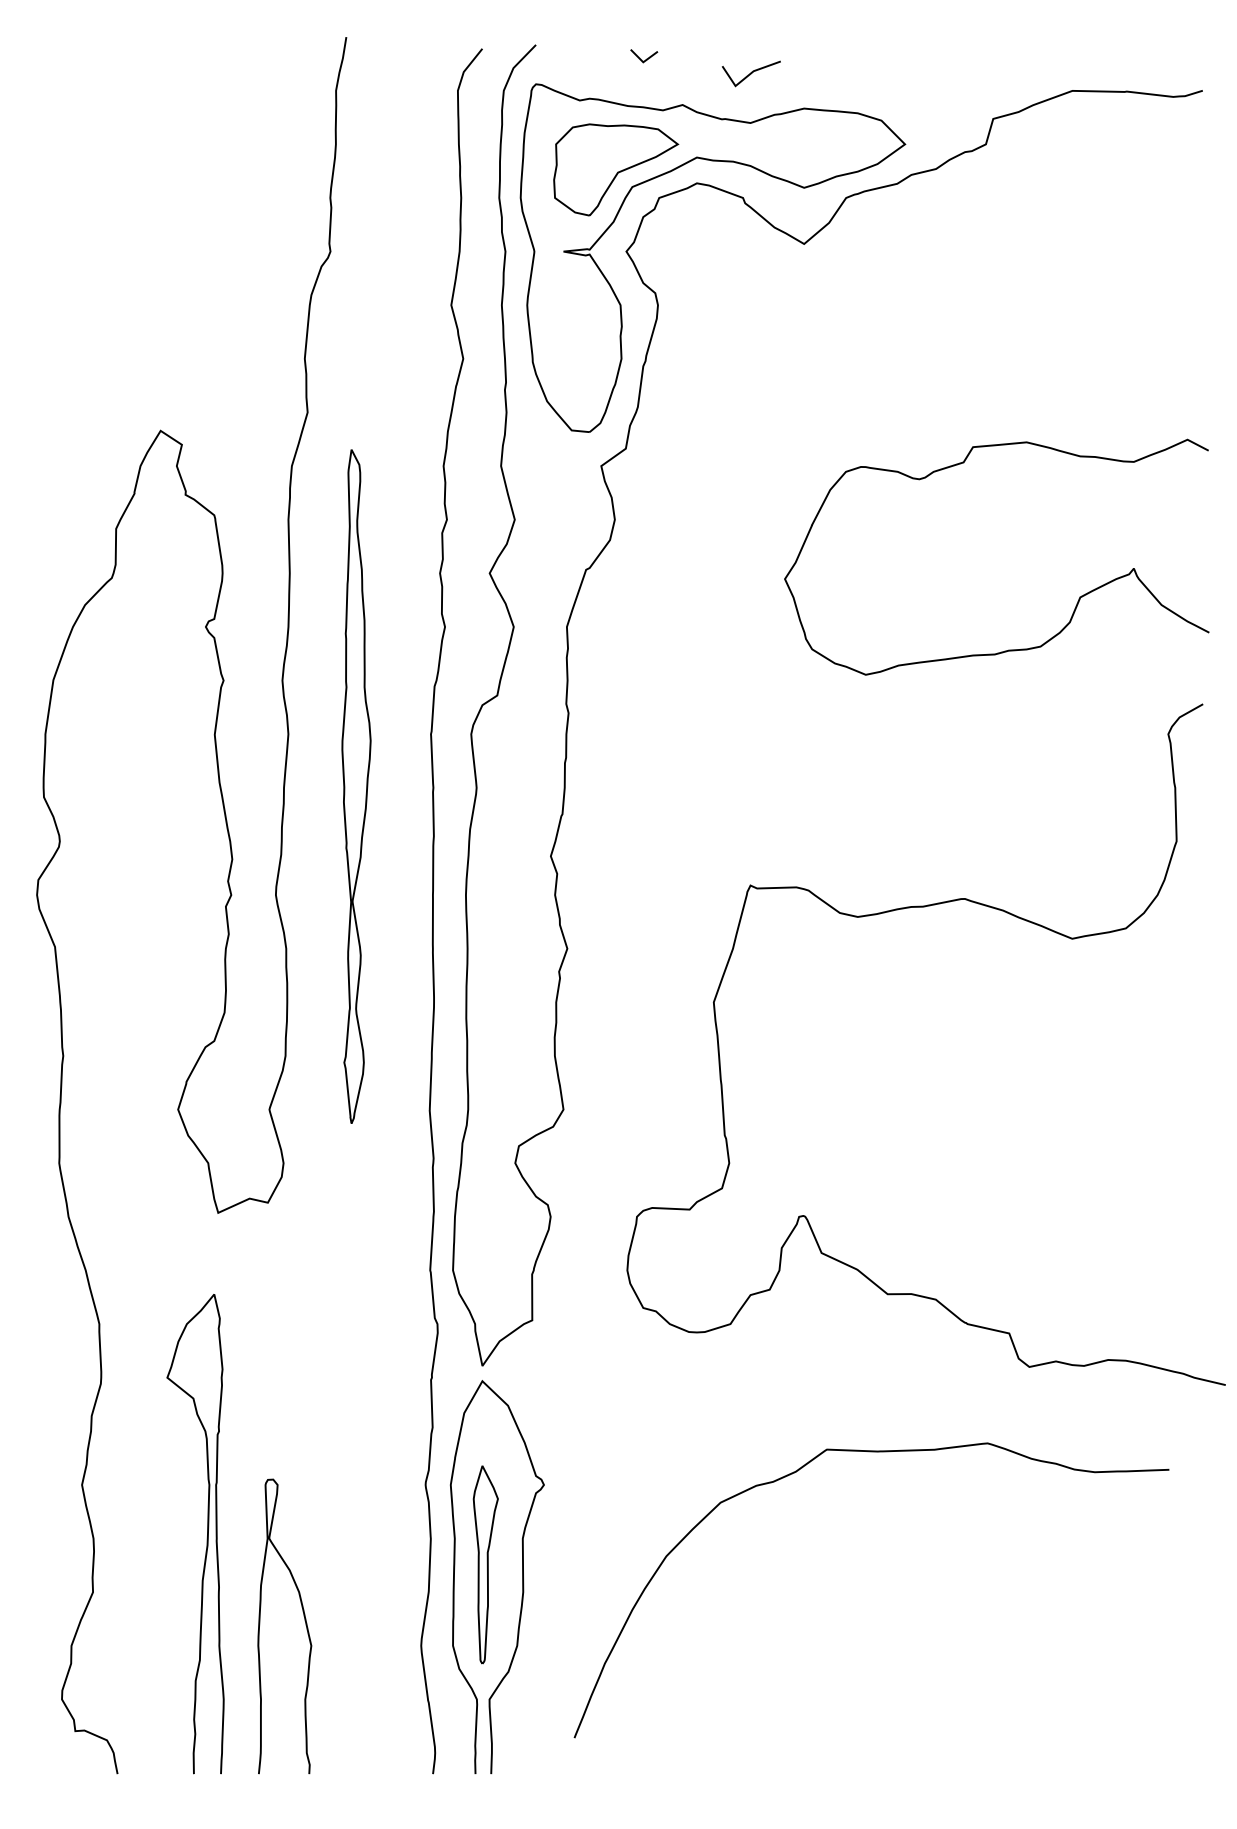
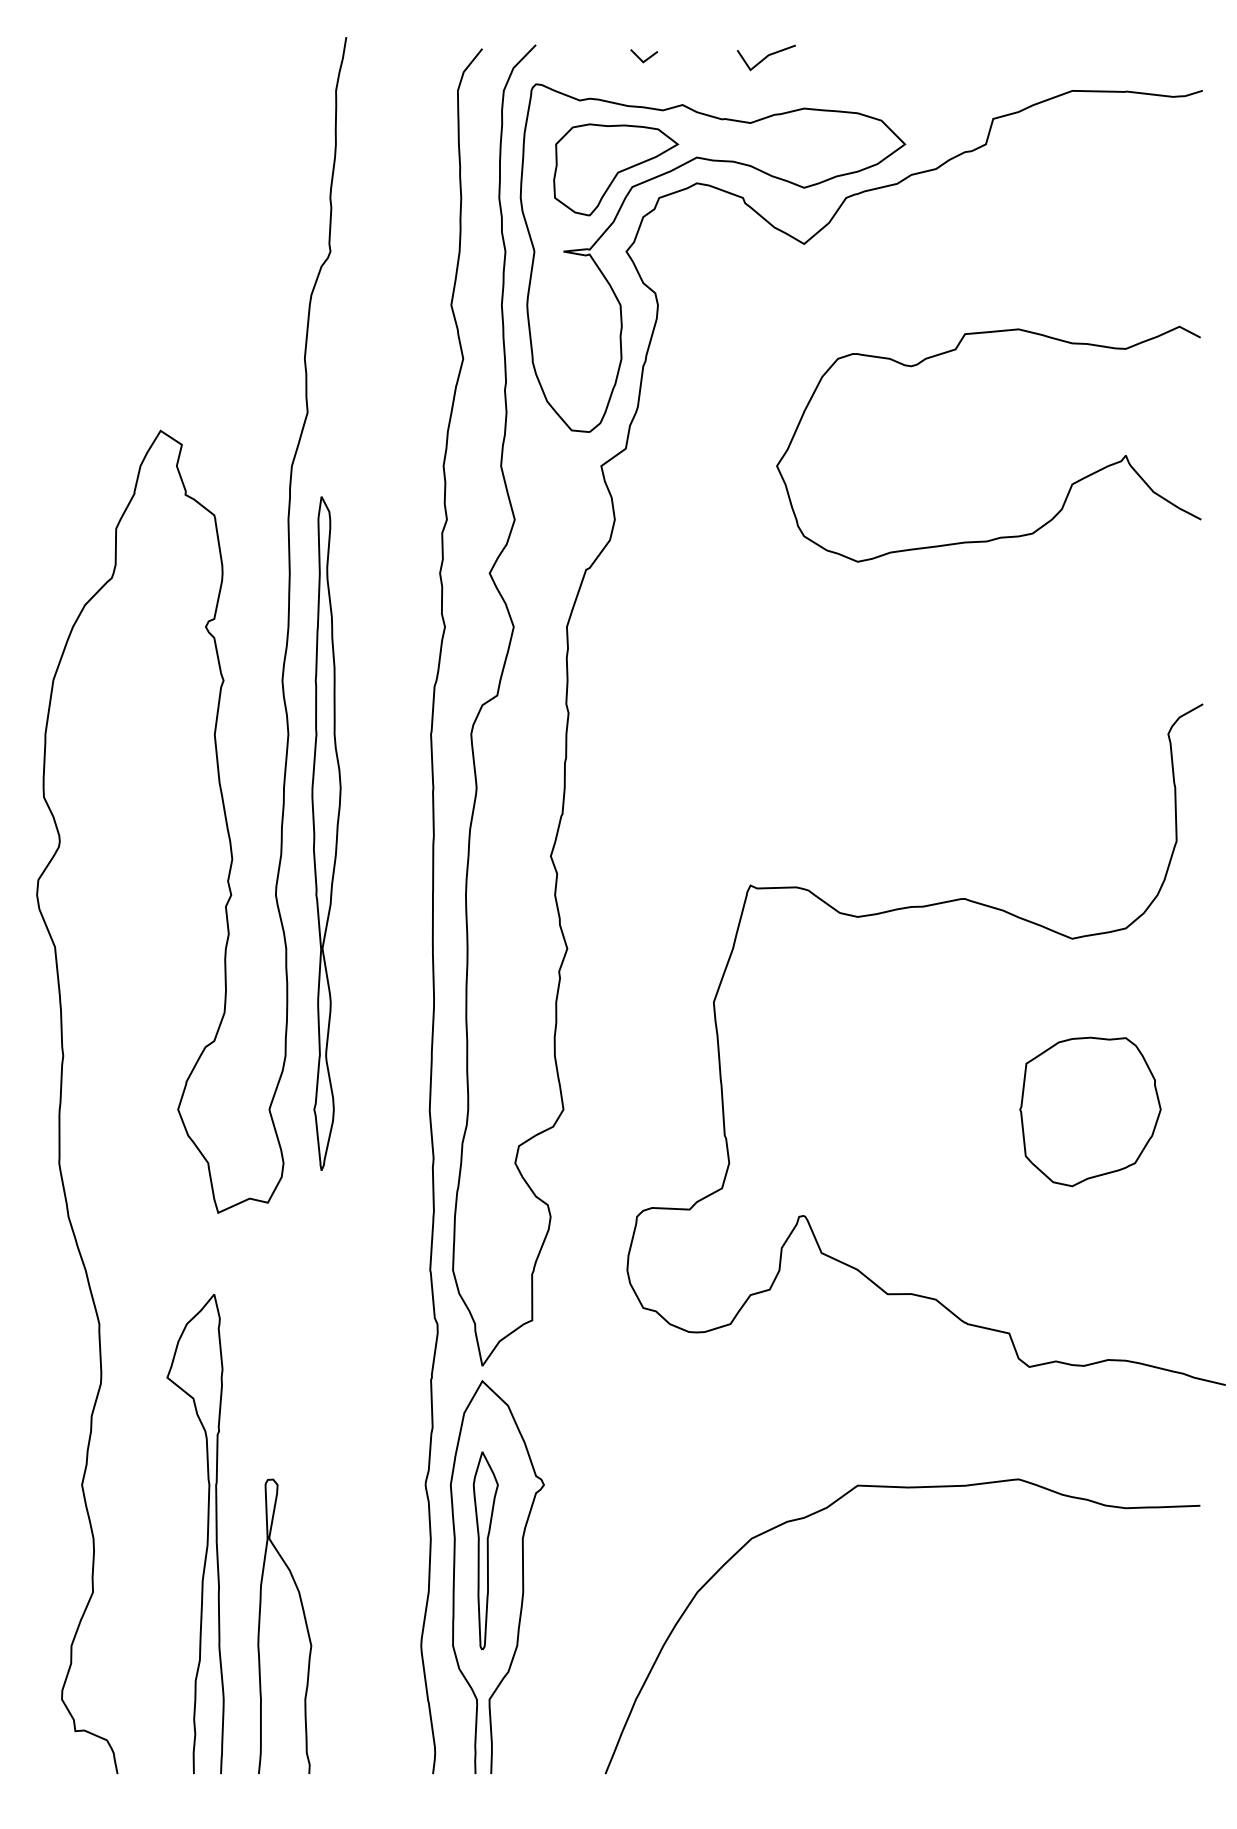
line at (751, 73) position: (751, 73) -> (766, 57)
curve at (1078, 598) position: (1078, 598) -> (1070, 485)
part at (356, 786) position: (356, 786) -> (326, 833)
part at (1090, 1111): none -> present
curve at (871, 1452) position: (871, 1452) -> (902, 1488)
part at (485, 1564) position: (485, 1564) -> (485, 1550)
